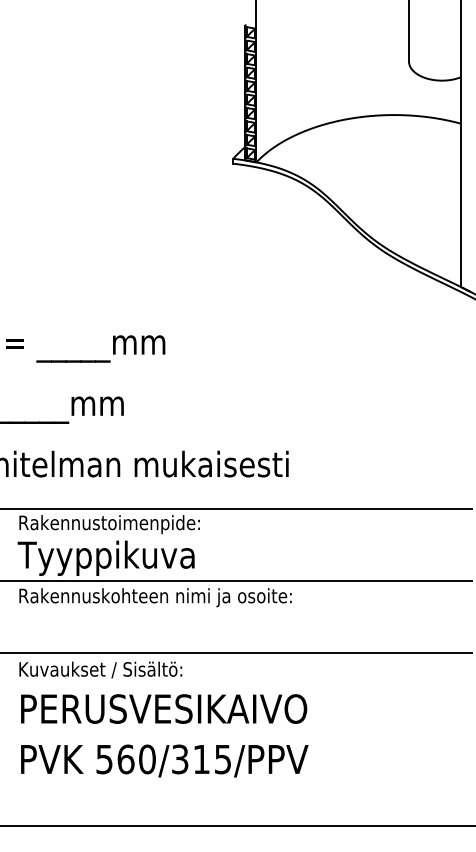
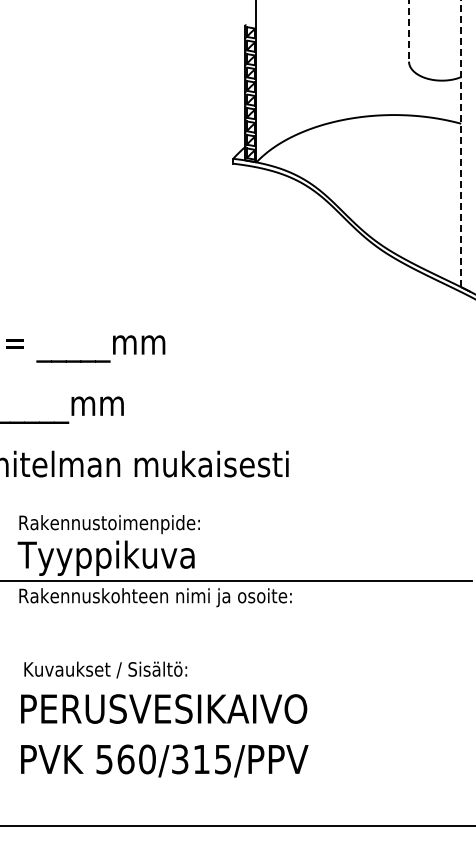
line at (409, 30): solid -> dashed
line at (461, 143): solid -> dashed
line at (236, 509): present -> none
line at (236, 653): present -> none
text at (100, 669) position: (100, 669) -> (105, 669)
